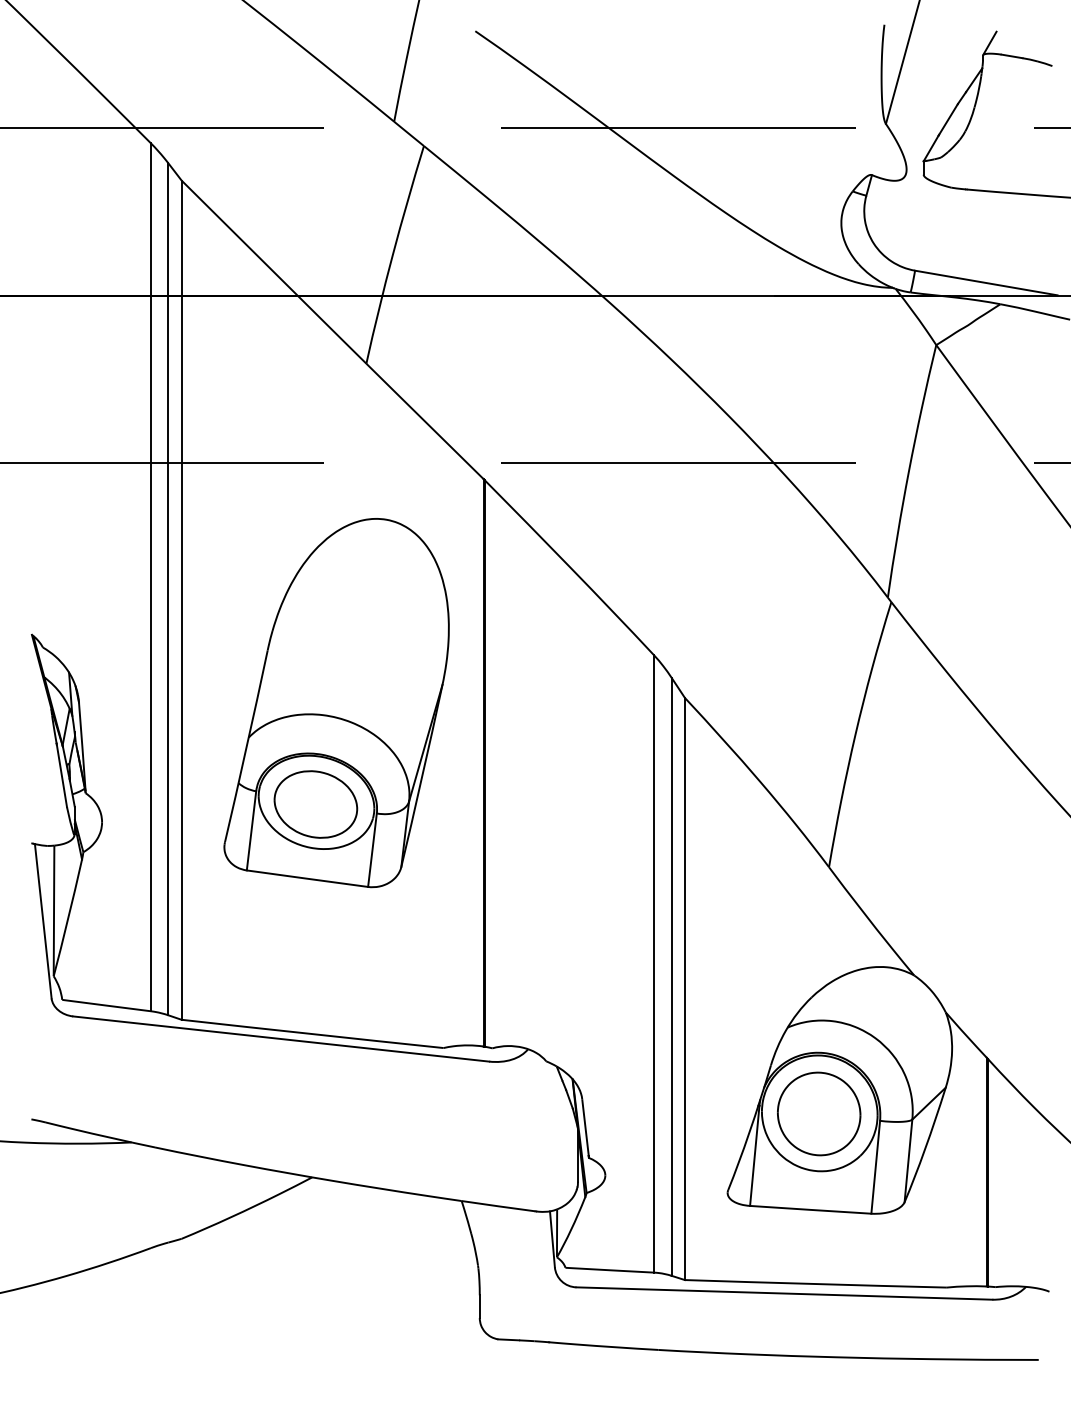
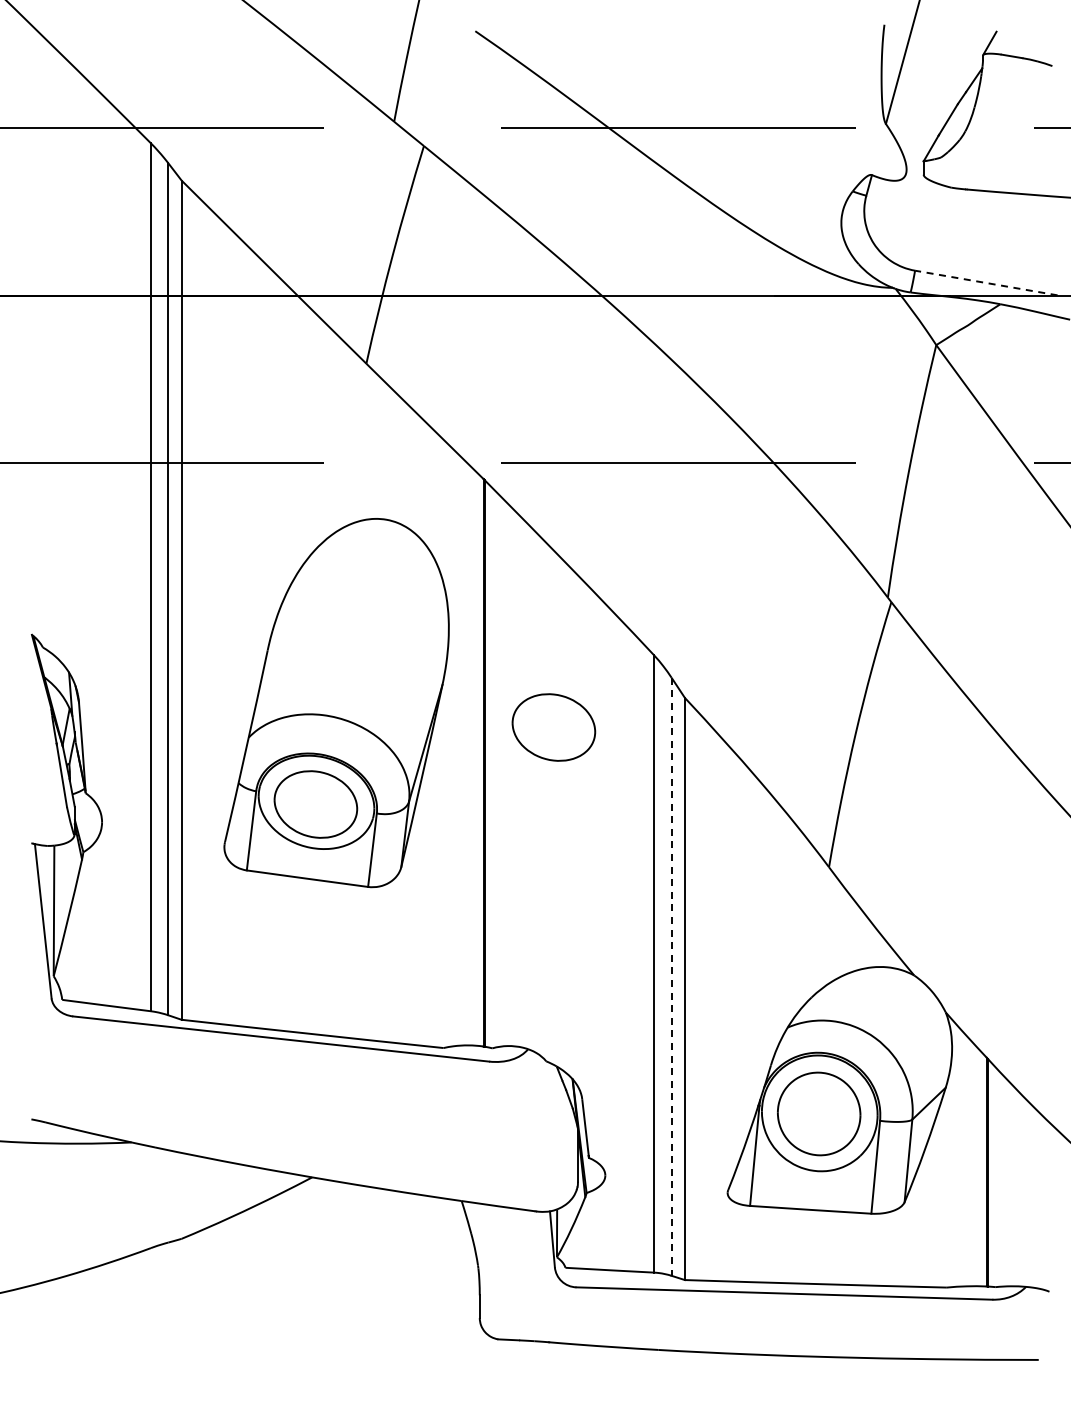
line at (985, 282): solid -> dashed
part at (553, 727): none -> present
line at (671, 977): solid -> dashed
